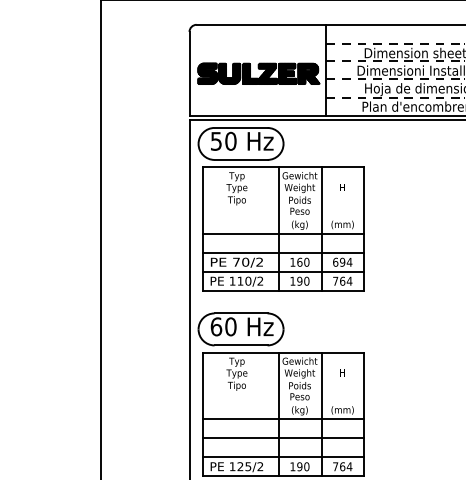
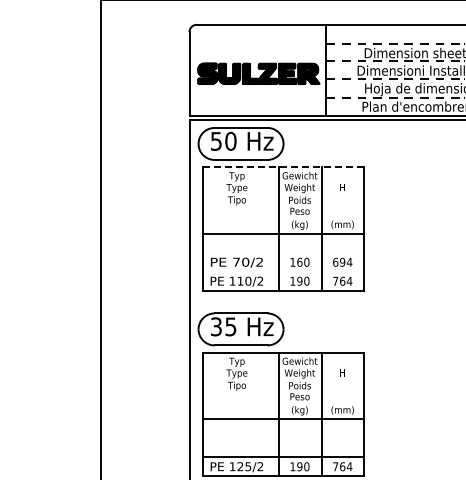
line at (283, 167): solid -> dashed
line at (283, 252): present -> none
line at (283, 271): present -> none
text at (223, 326): 60 -> 35
line at (283, 438): present -> none
